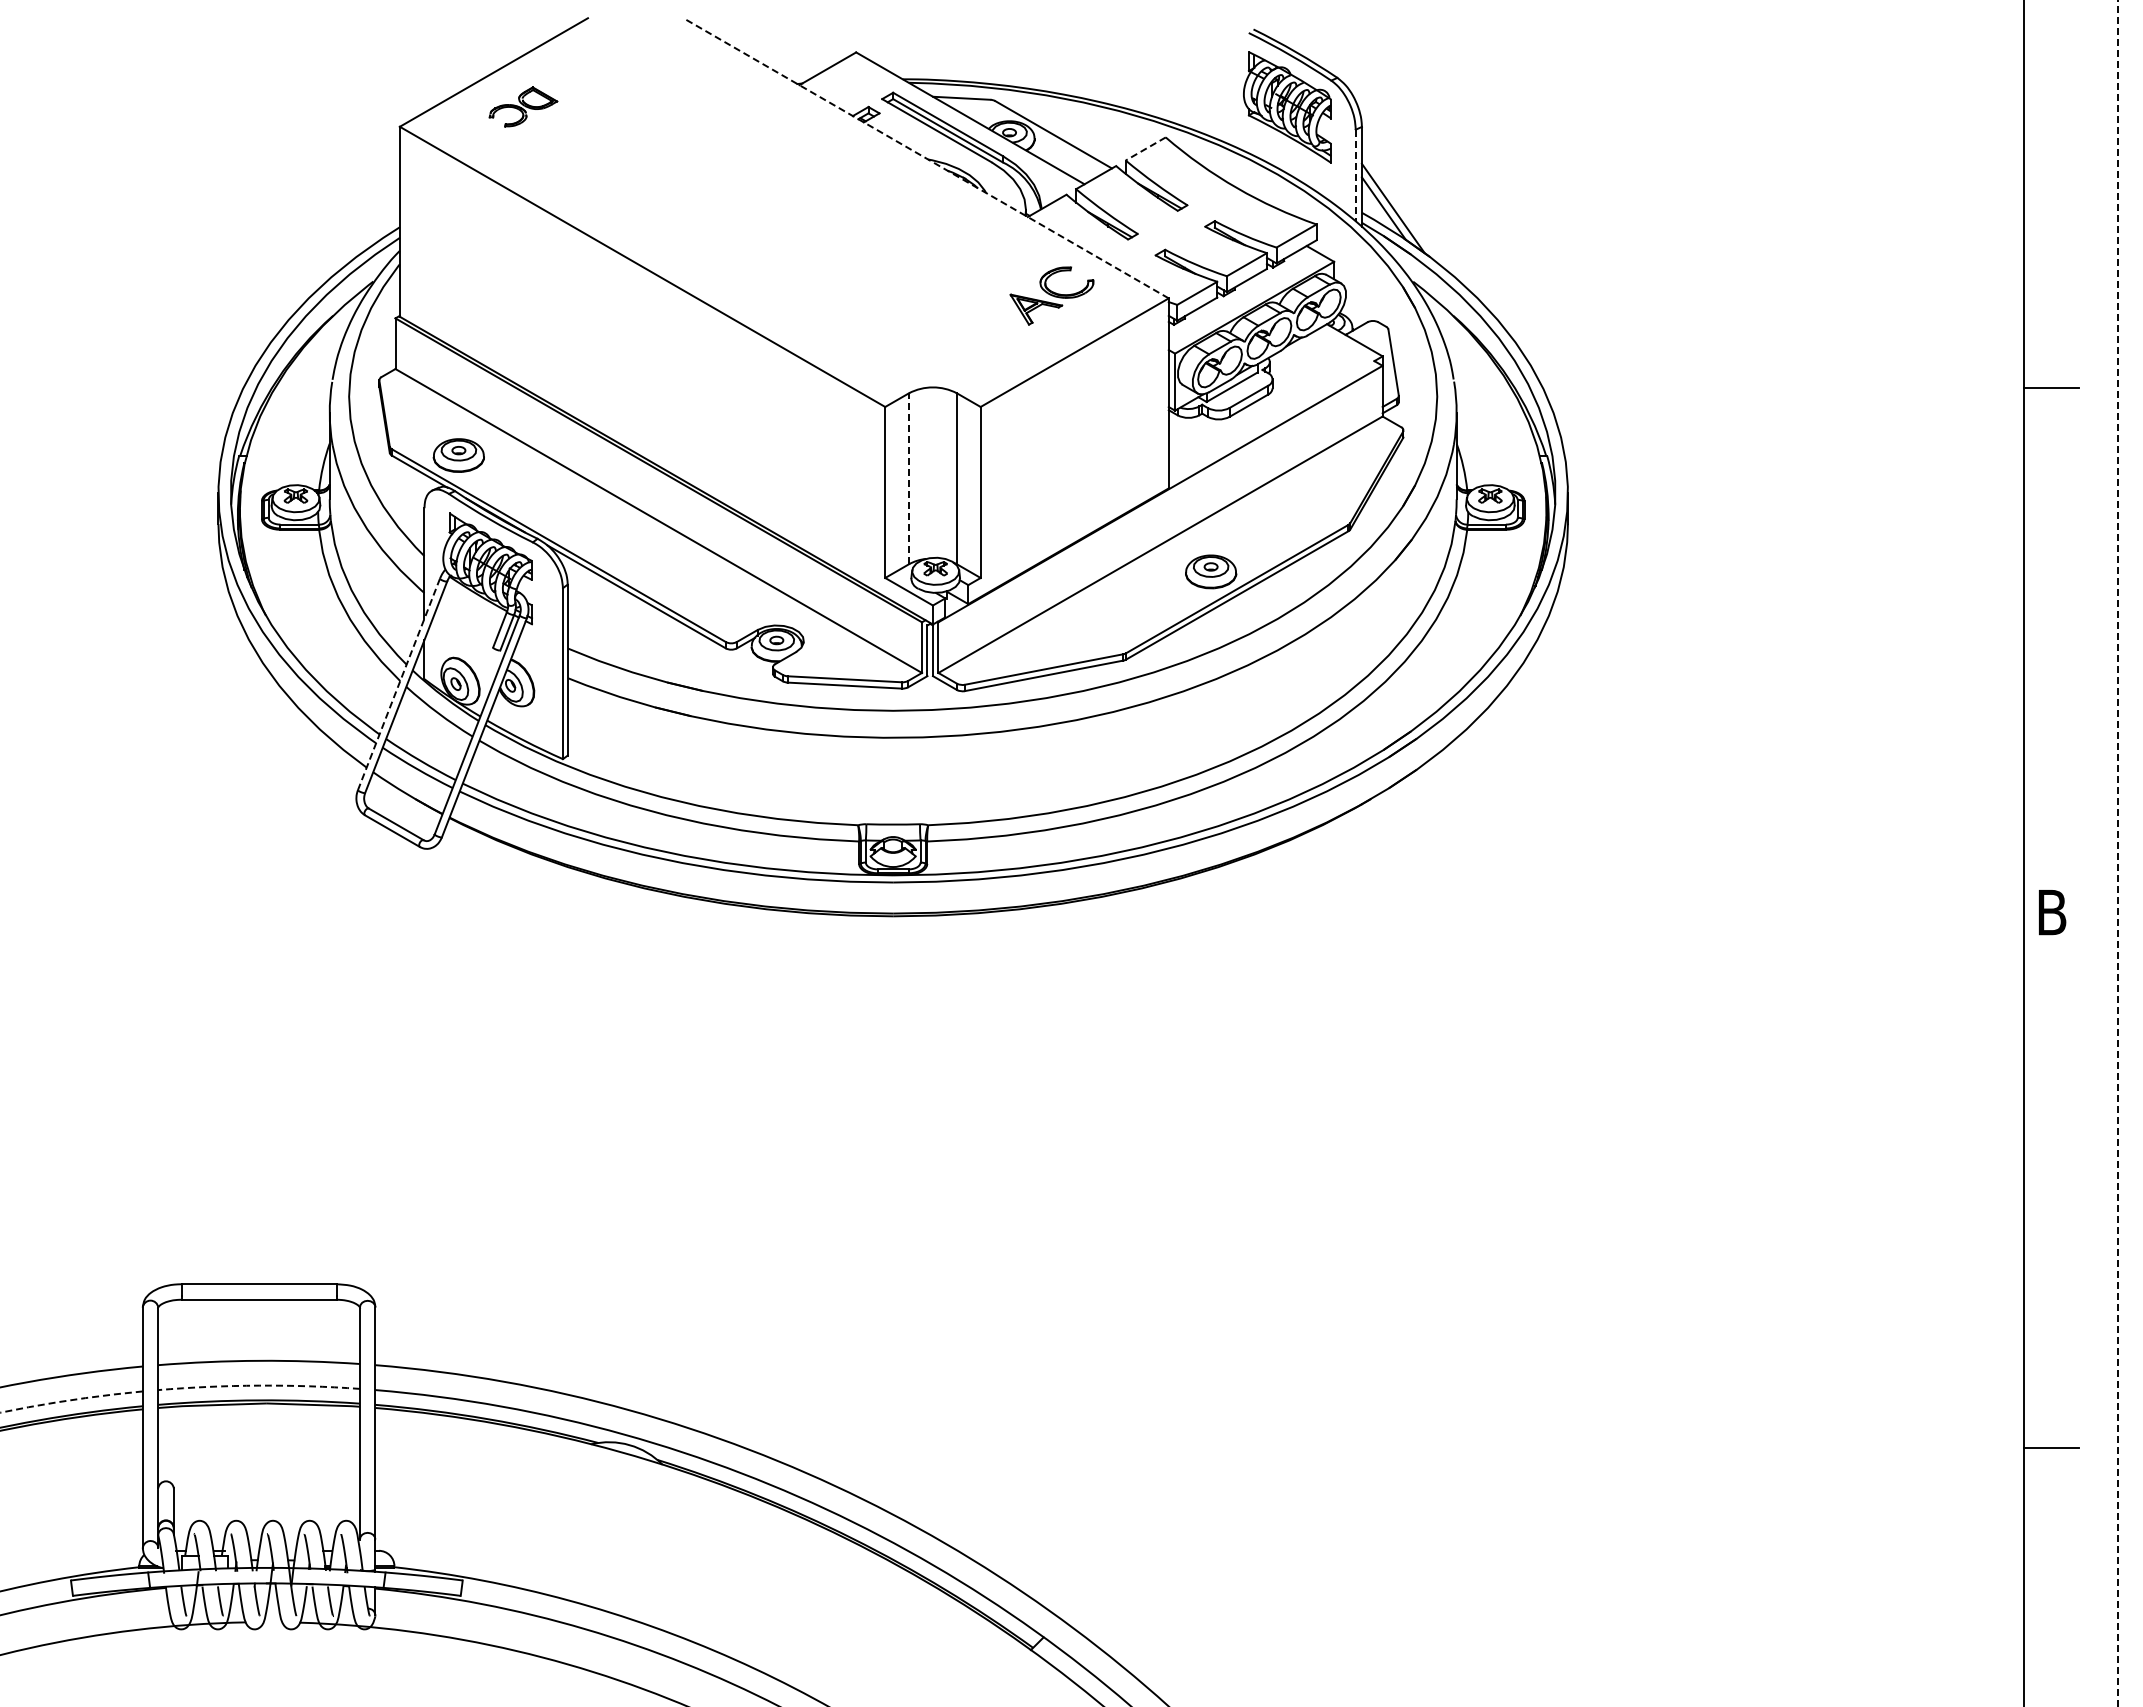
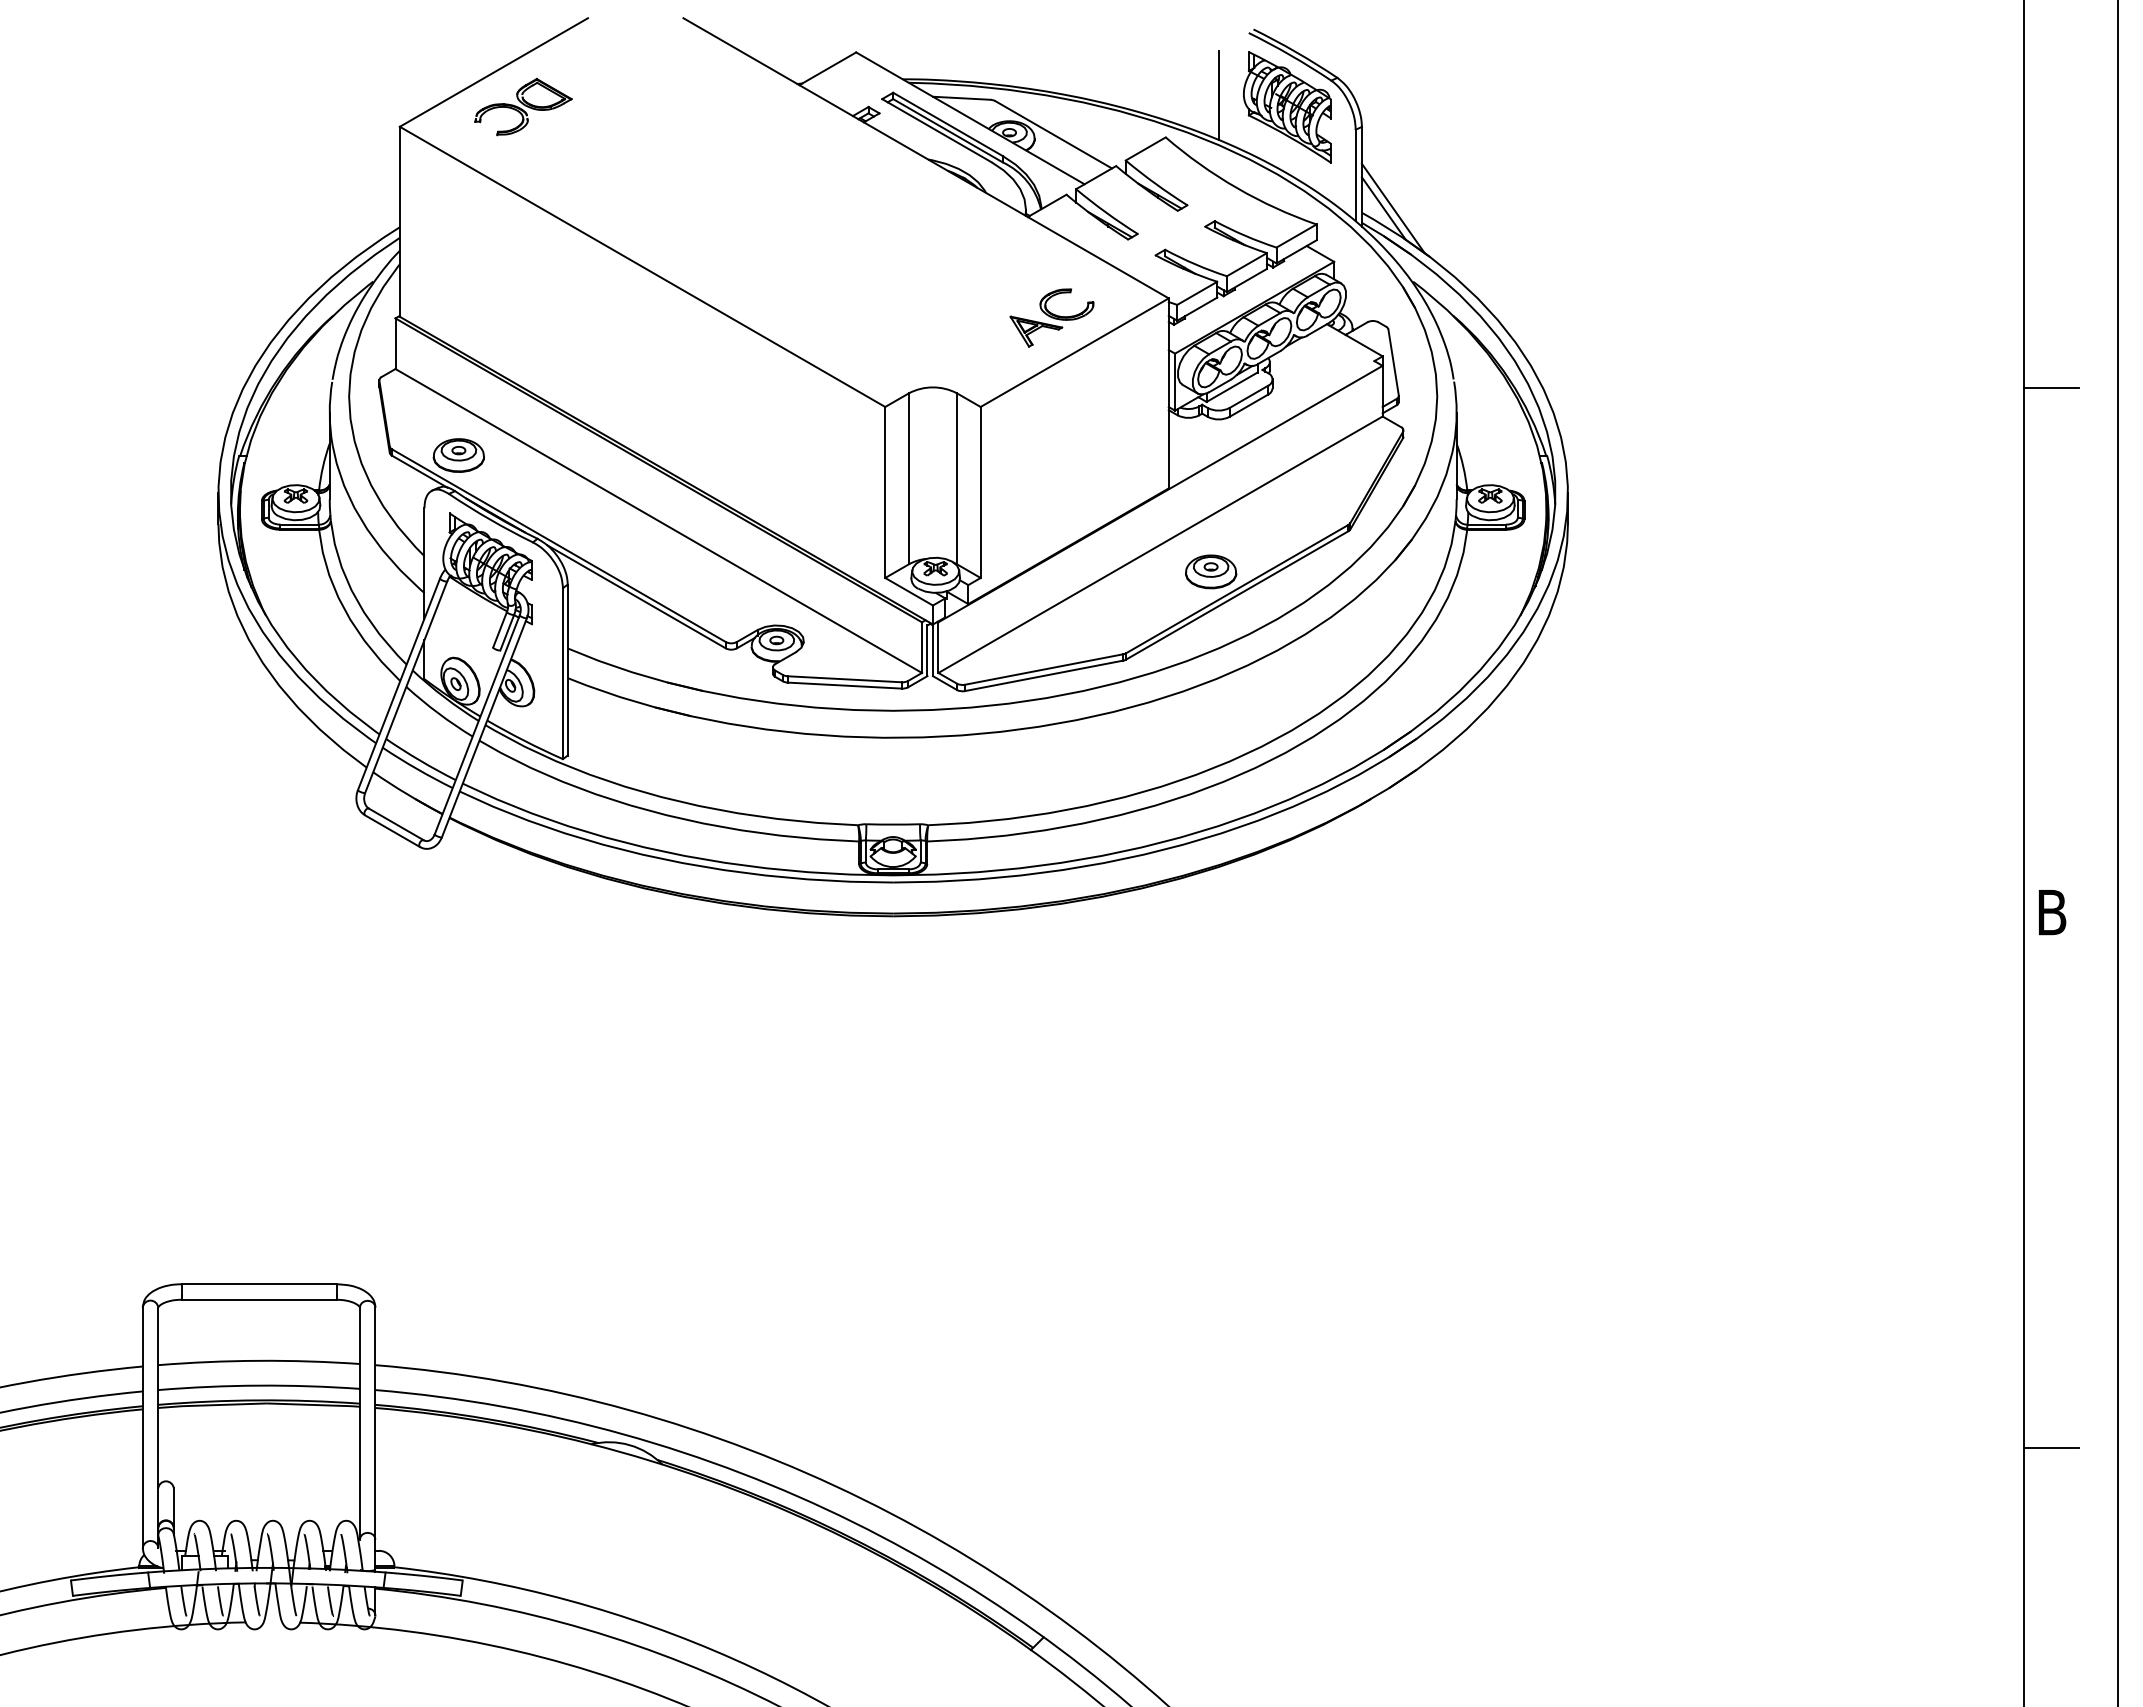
line at (1218, 95): none -> present
part at (523, 106) size: 71x42 px -> 99x60 px
line at (1145, 149): dashed -> solid
line at (925, 158): dashed -> solid
line at (1355, 175): dashed -> solid
part at (1051, 295) position: (1051, 295) -> (1051, 317)
line at (909, 478): dashed -> solid
line at (398, 684): dashed -> solid
line at (2117, 852): dashed -> solid
arc at (259, 1385): dashed -> solid
arc at (70, 1400): dashed -> solid
